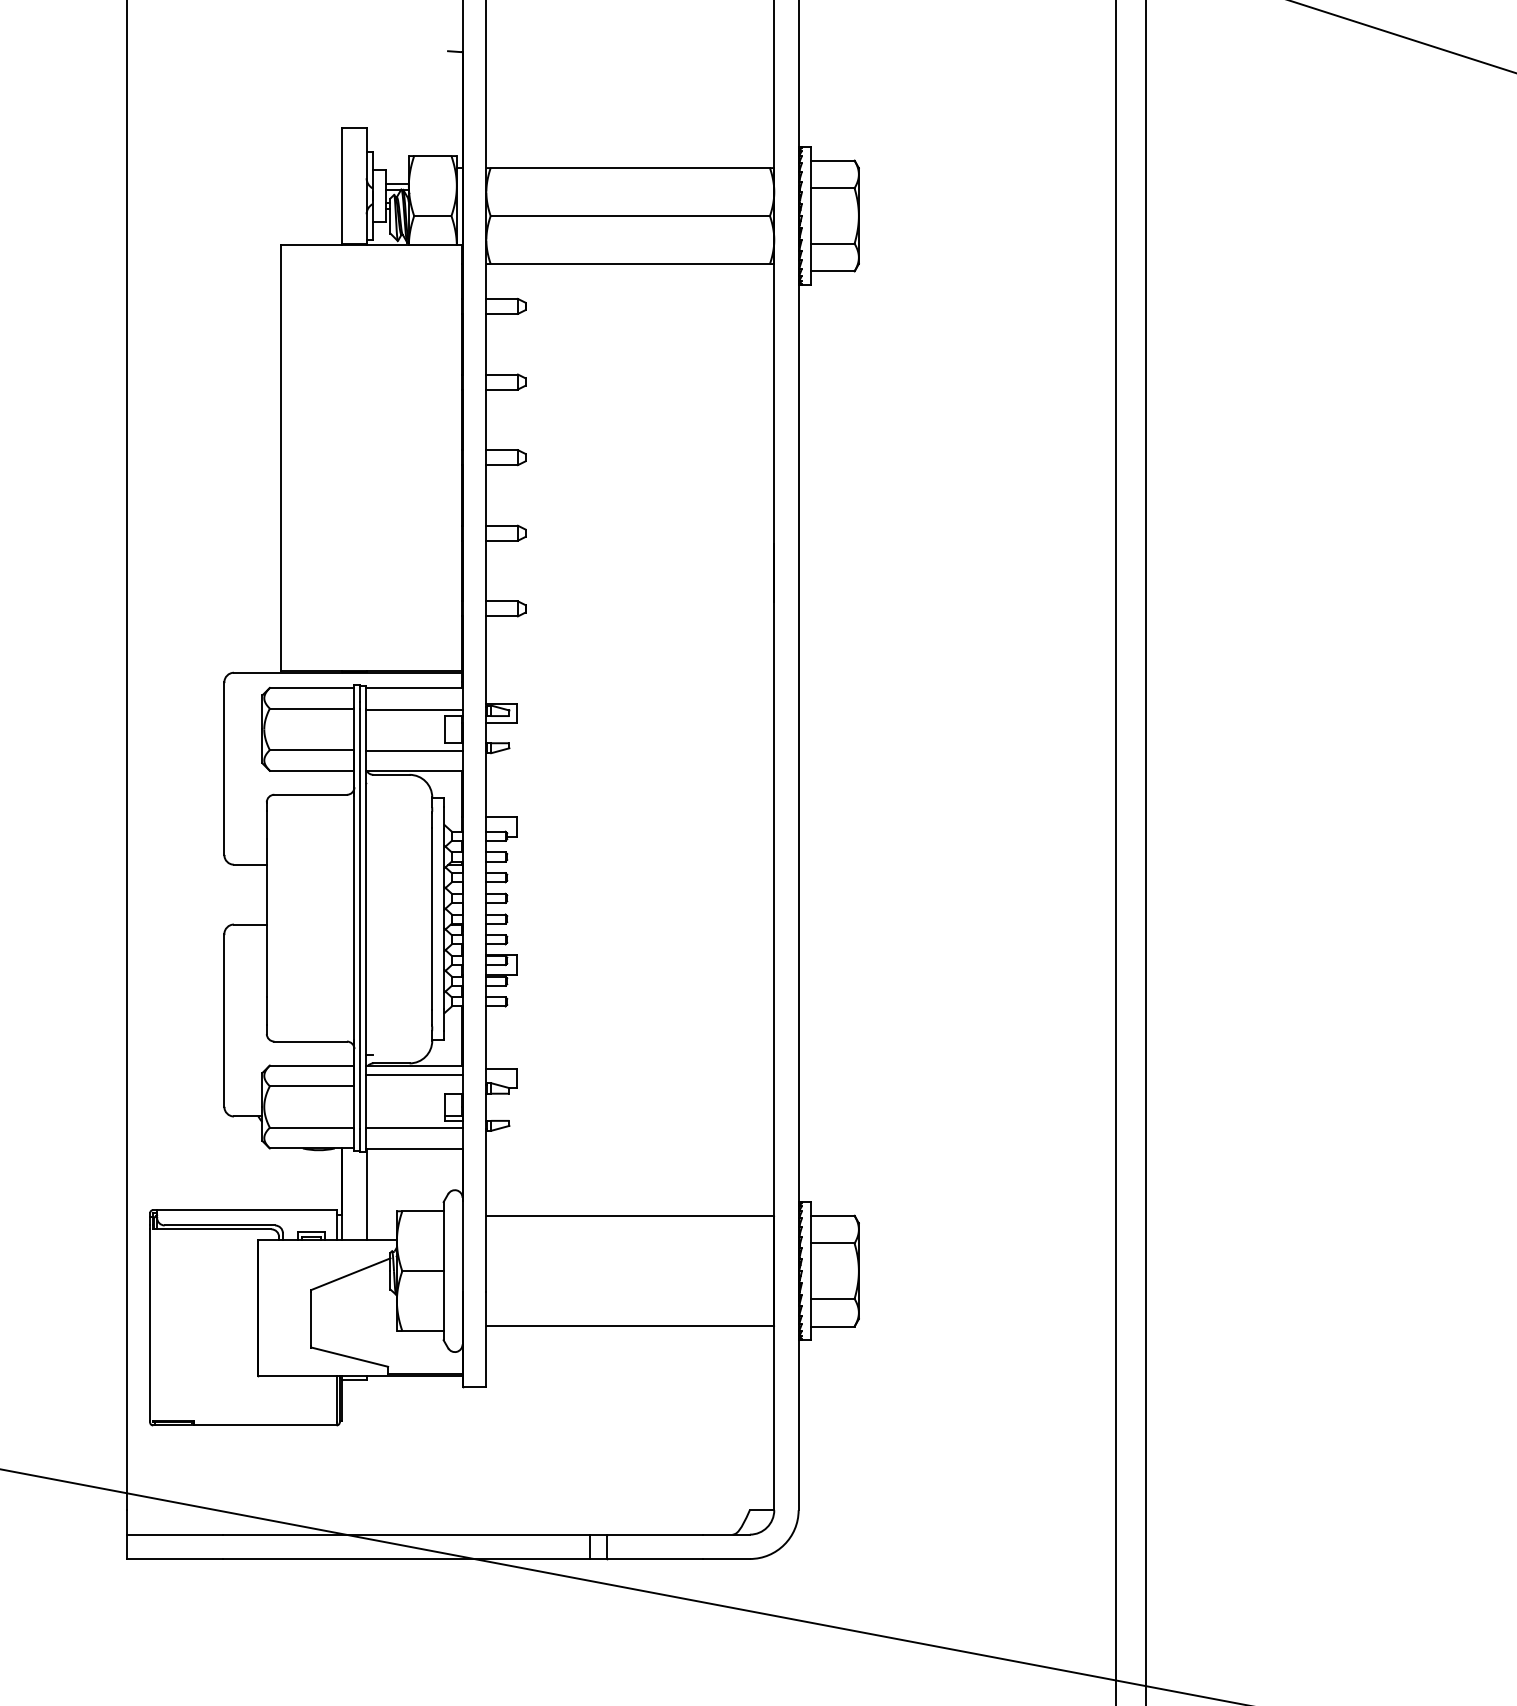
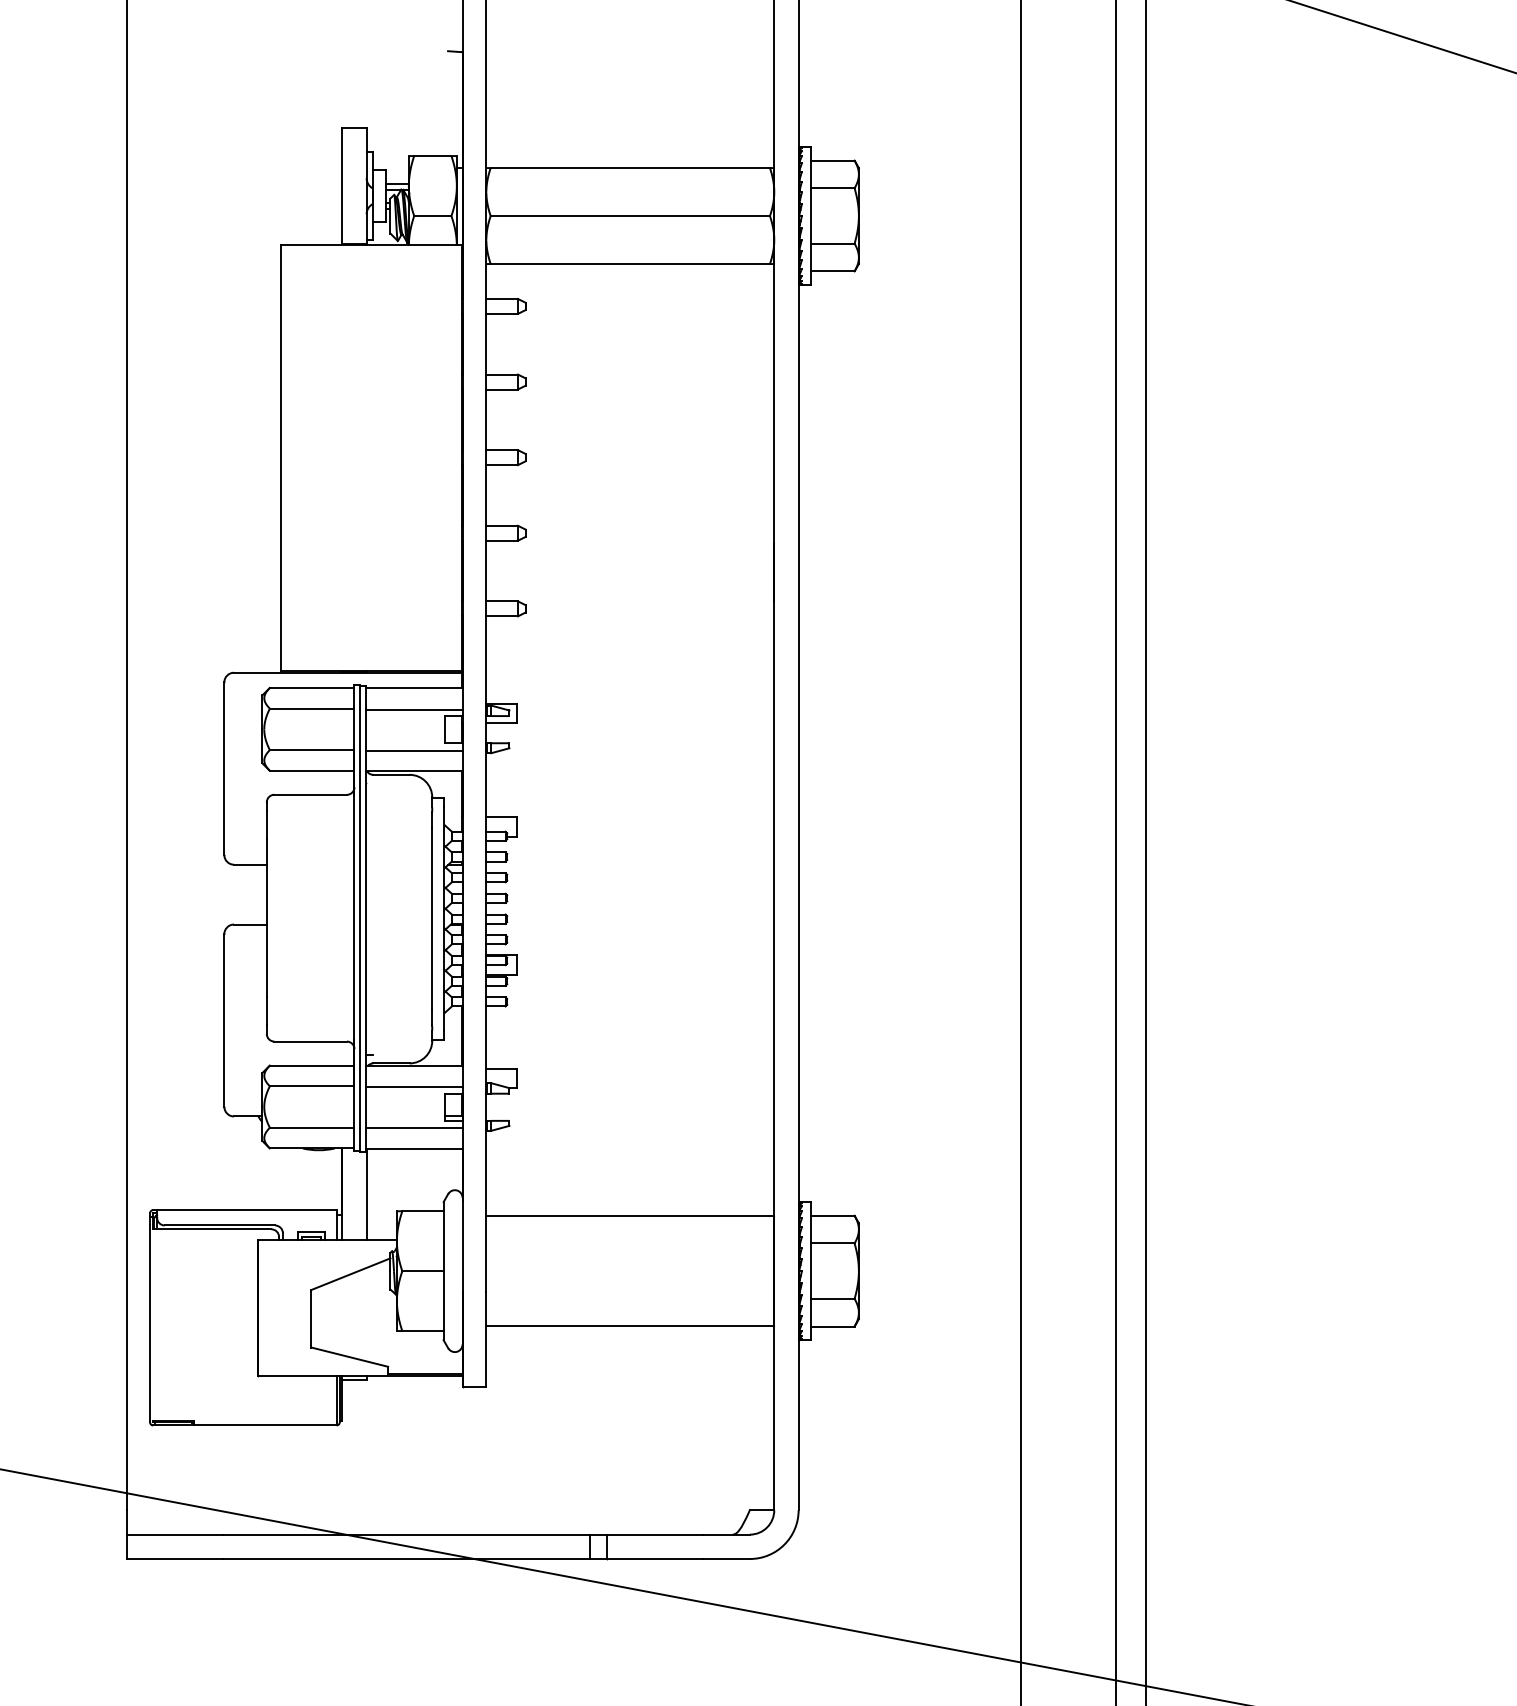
line at (1020, 852): none -> present
line at (413, 1075) position: (413, 1075) -> (413, 1087)
